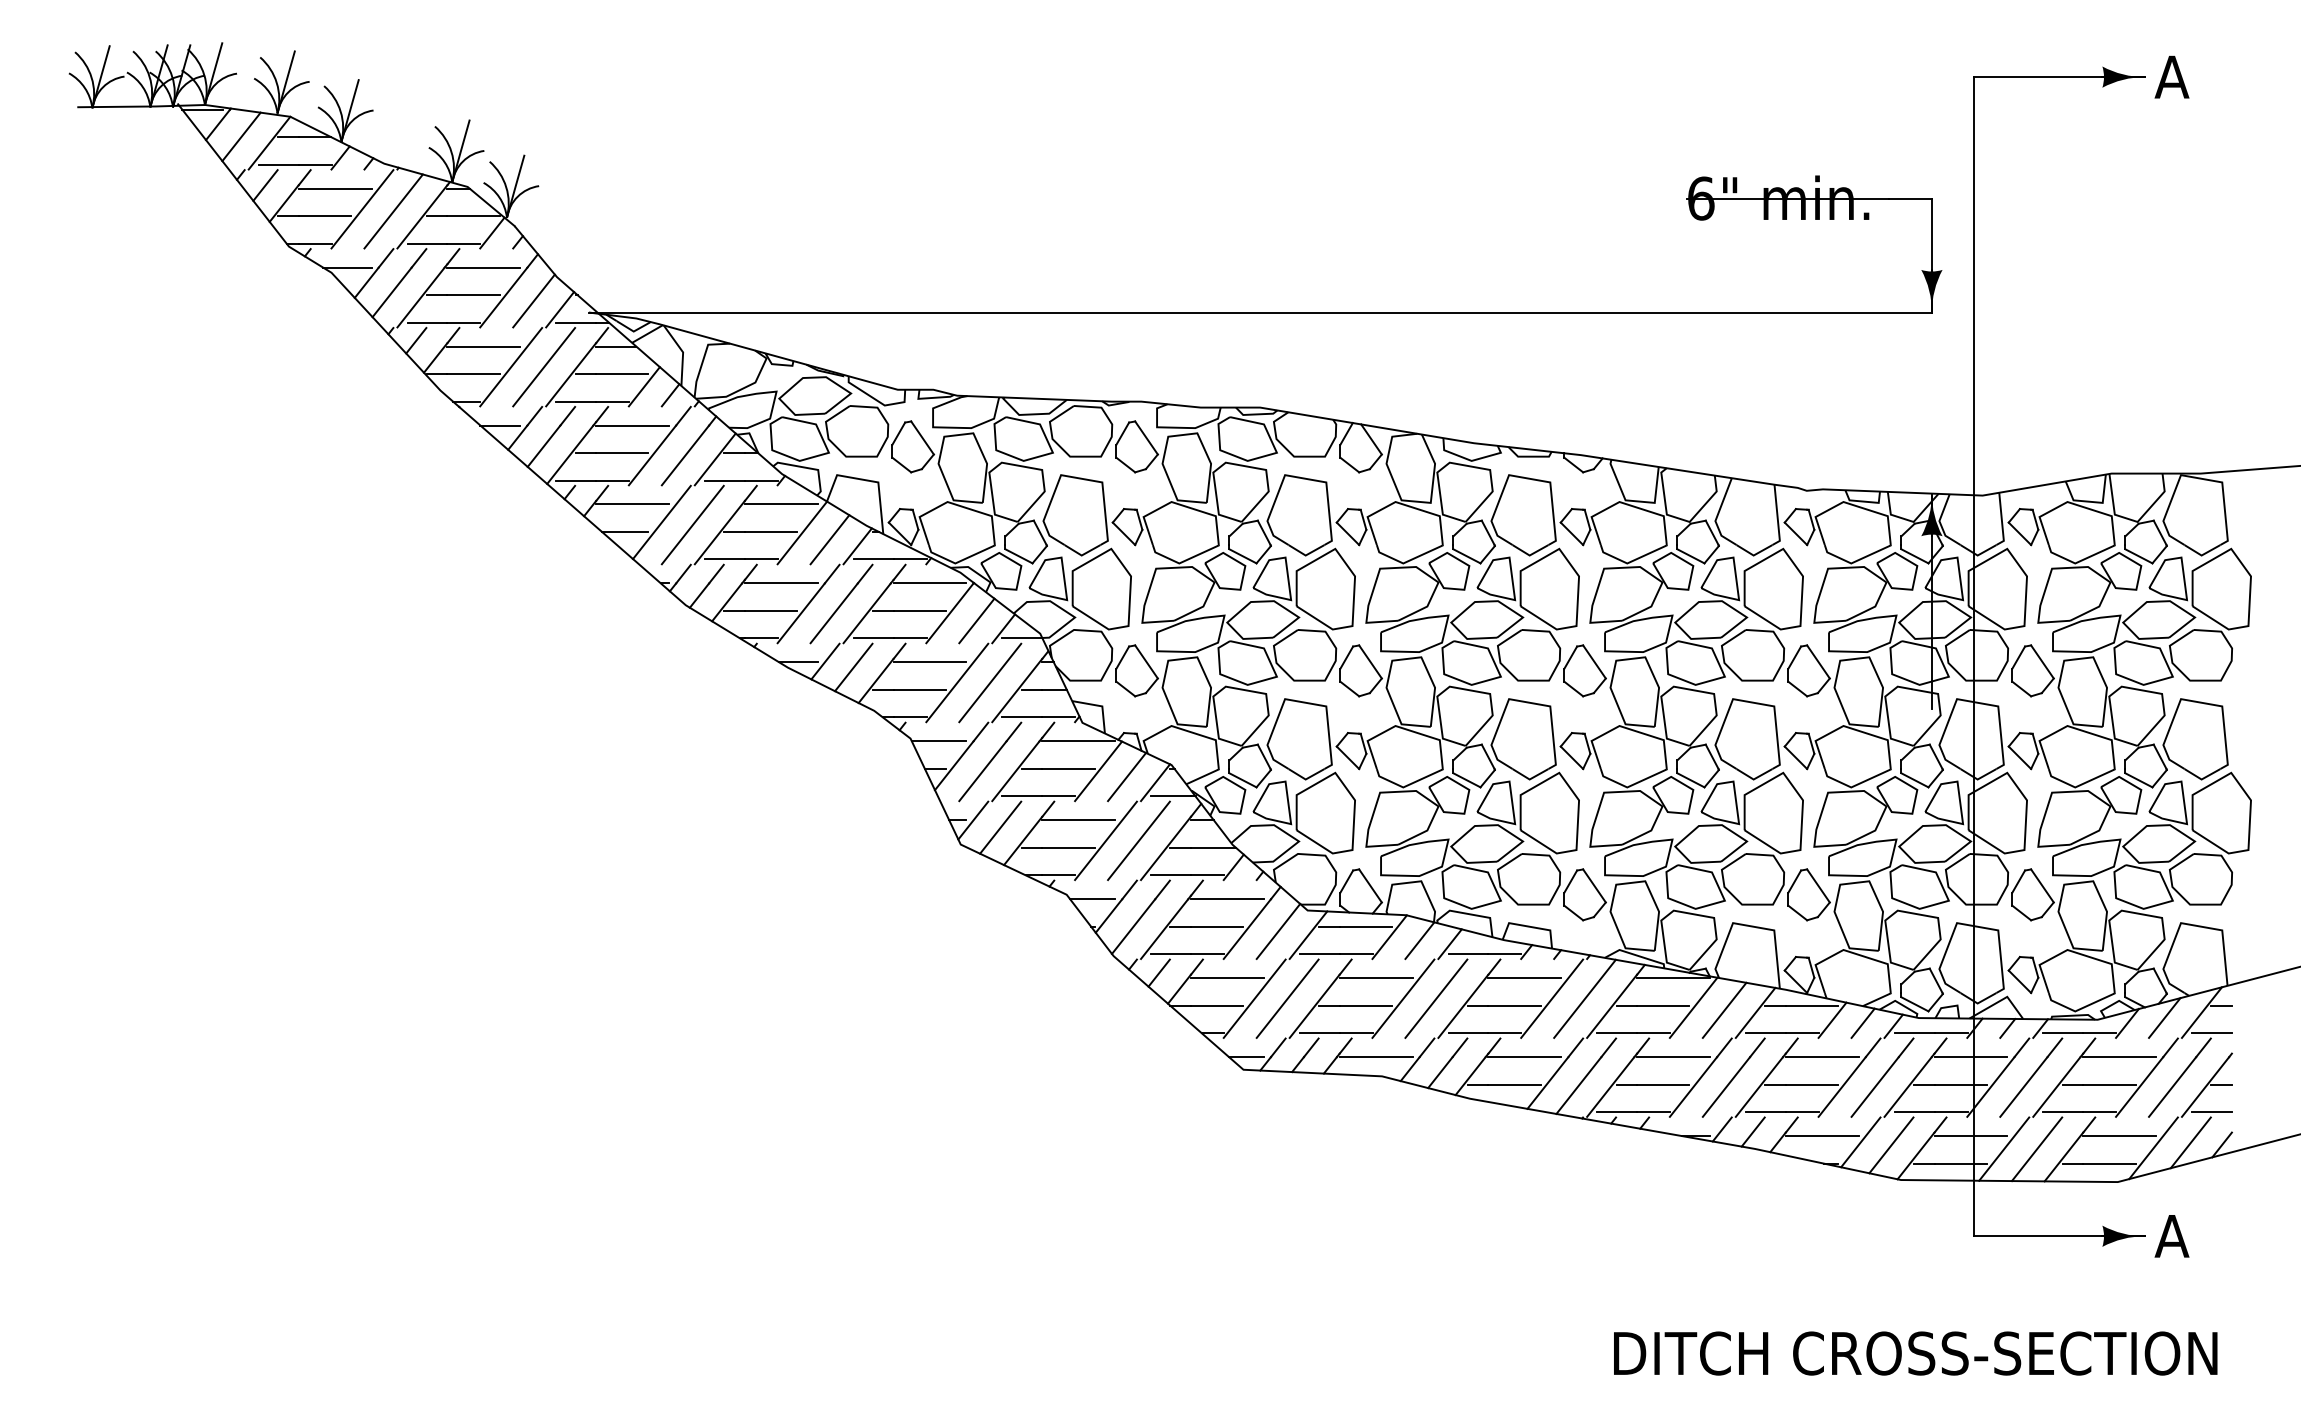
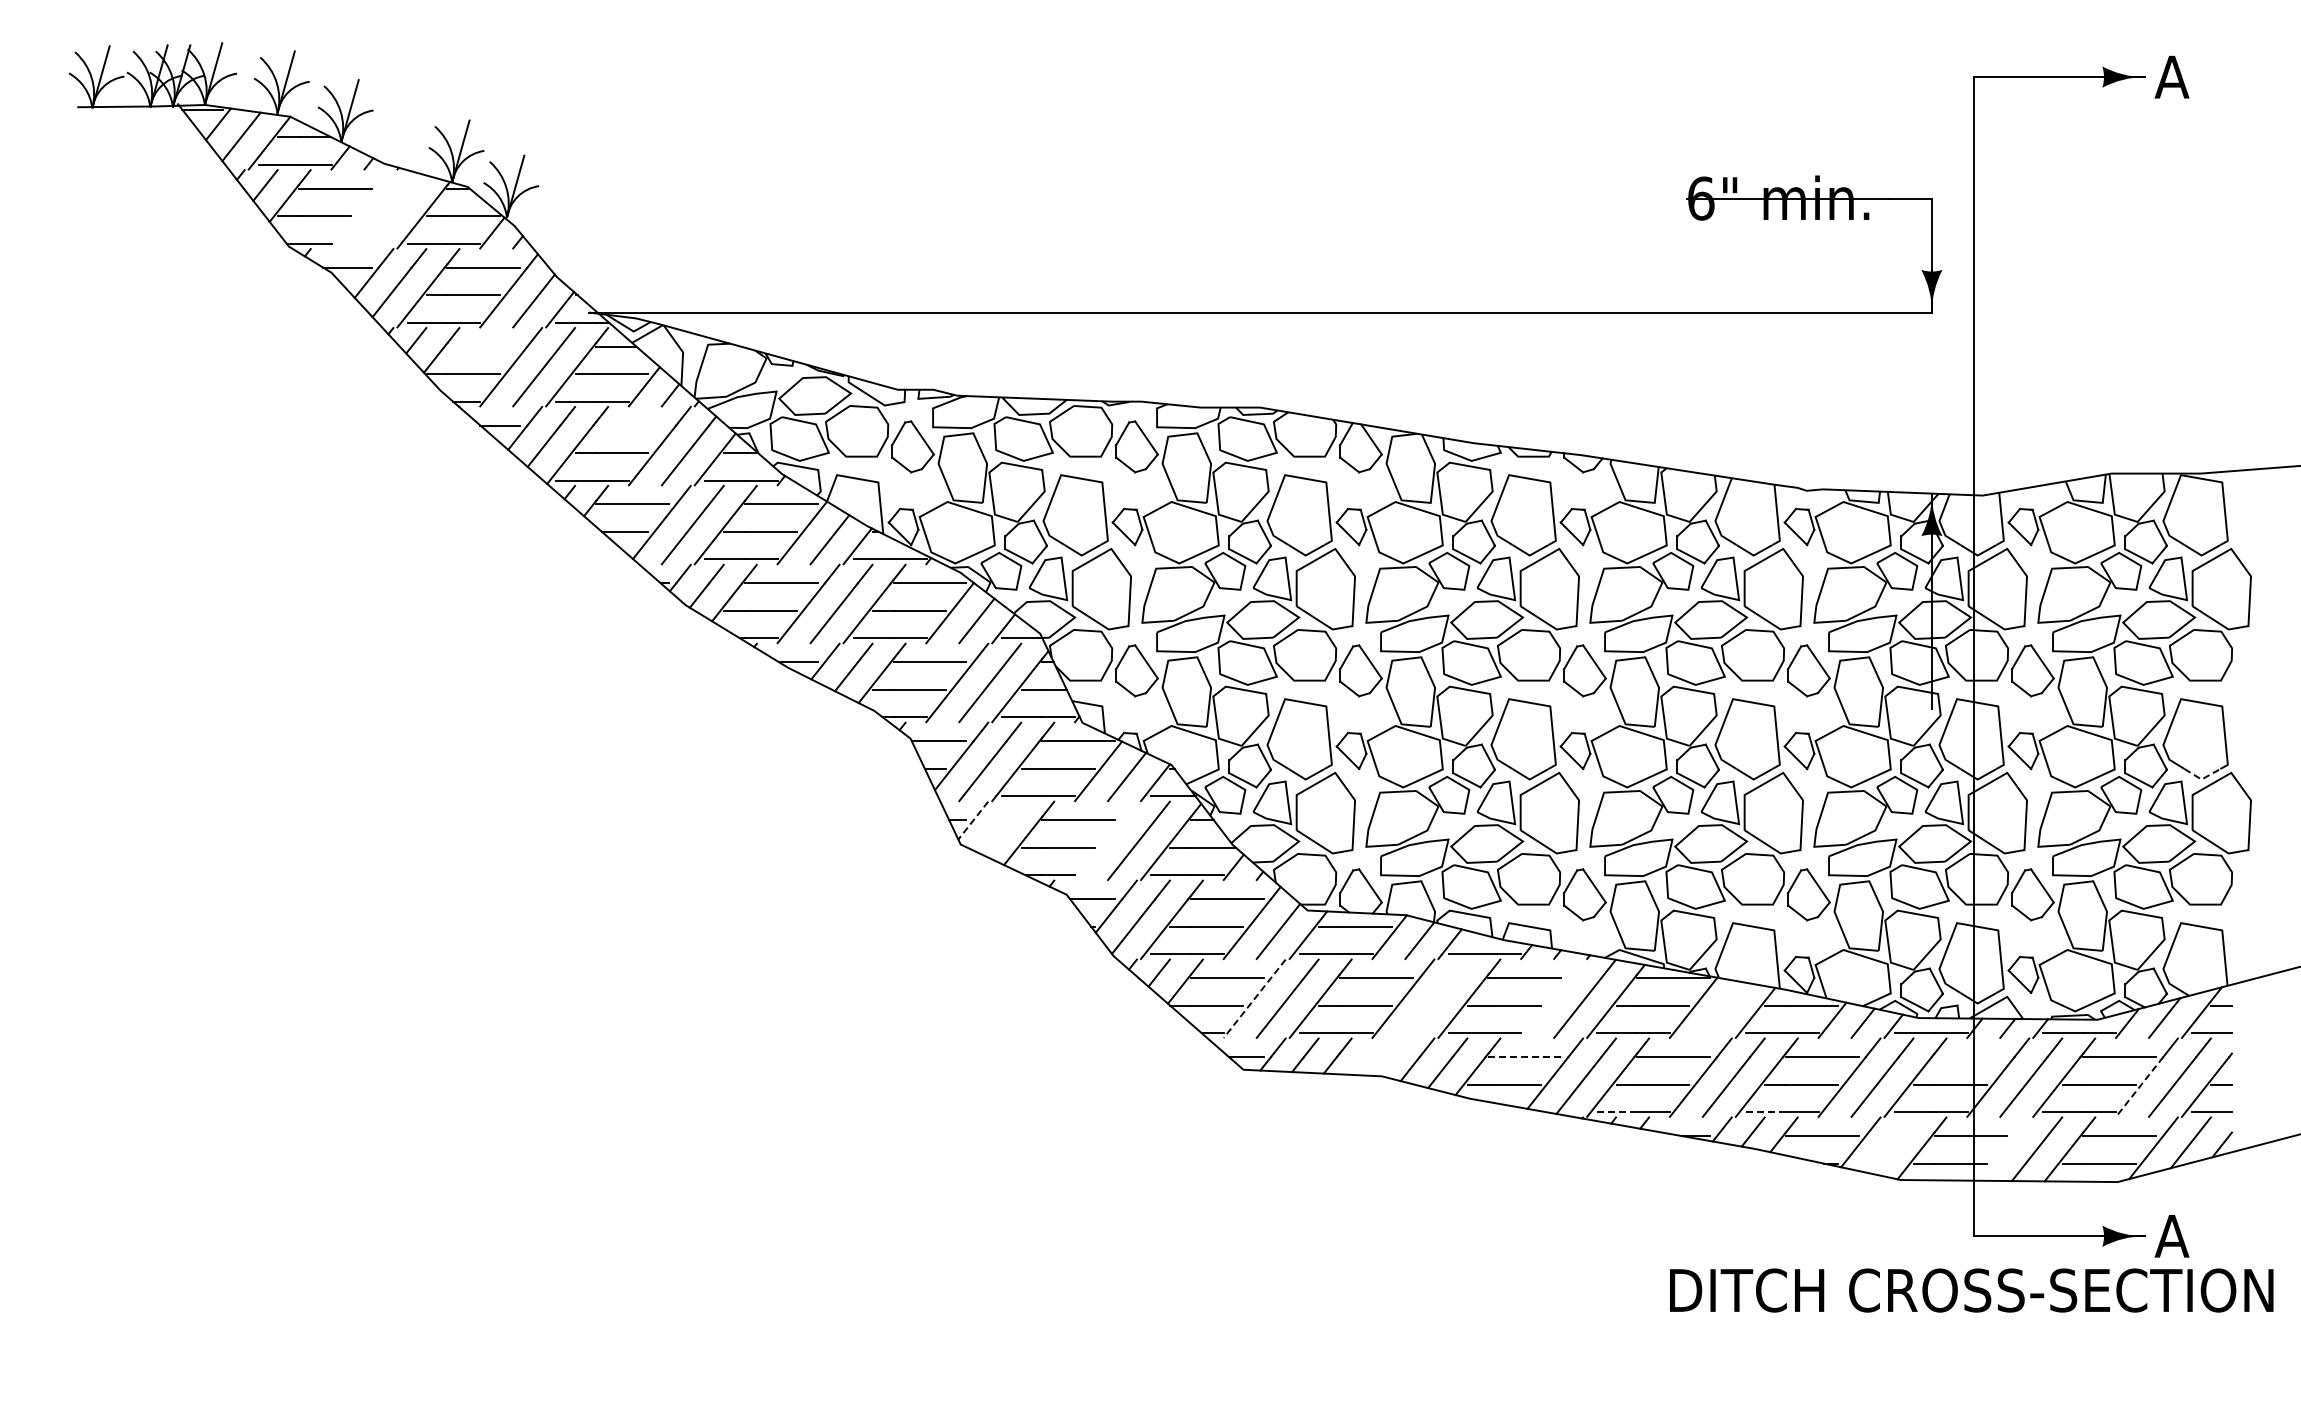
line at (362, 209): present -> none
line at (393, 211): present -> none
line at (483, 346): present -> none
line at (632, 425): present -> none
line at (2201, 779): solid -> dashed
line at (972, 821): solid -> dashed
line at (1000, 827): present -> none
line at (1105, 840): present -> none
line at (1254, 998): solid -> dashed
line at (1436, 998): present -> none
line at (1552, 998): present -> none
line at (1724, 1009): present -> none
line at (1375, 1057): present -> none
line at (1525, 1057): solid -> dashed
line at (1970, 1057): present -> none
line at (2139, 1087): solid -> dashed
line at (1617, 1112): solid -> dashed
line at (1765, 1112): solid -> dashed
line at (1891, 1145): present -> none
line at (2004, 1148): present -> none
text at (1915, 1353) position: (1915, 1353) -> (1971, 1290)
